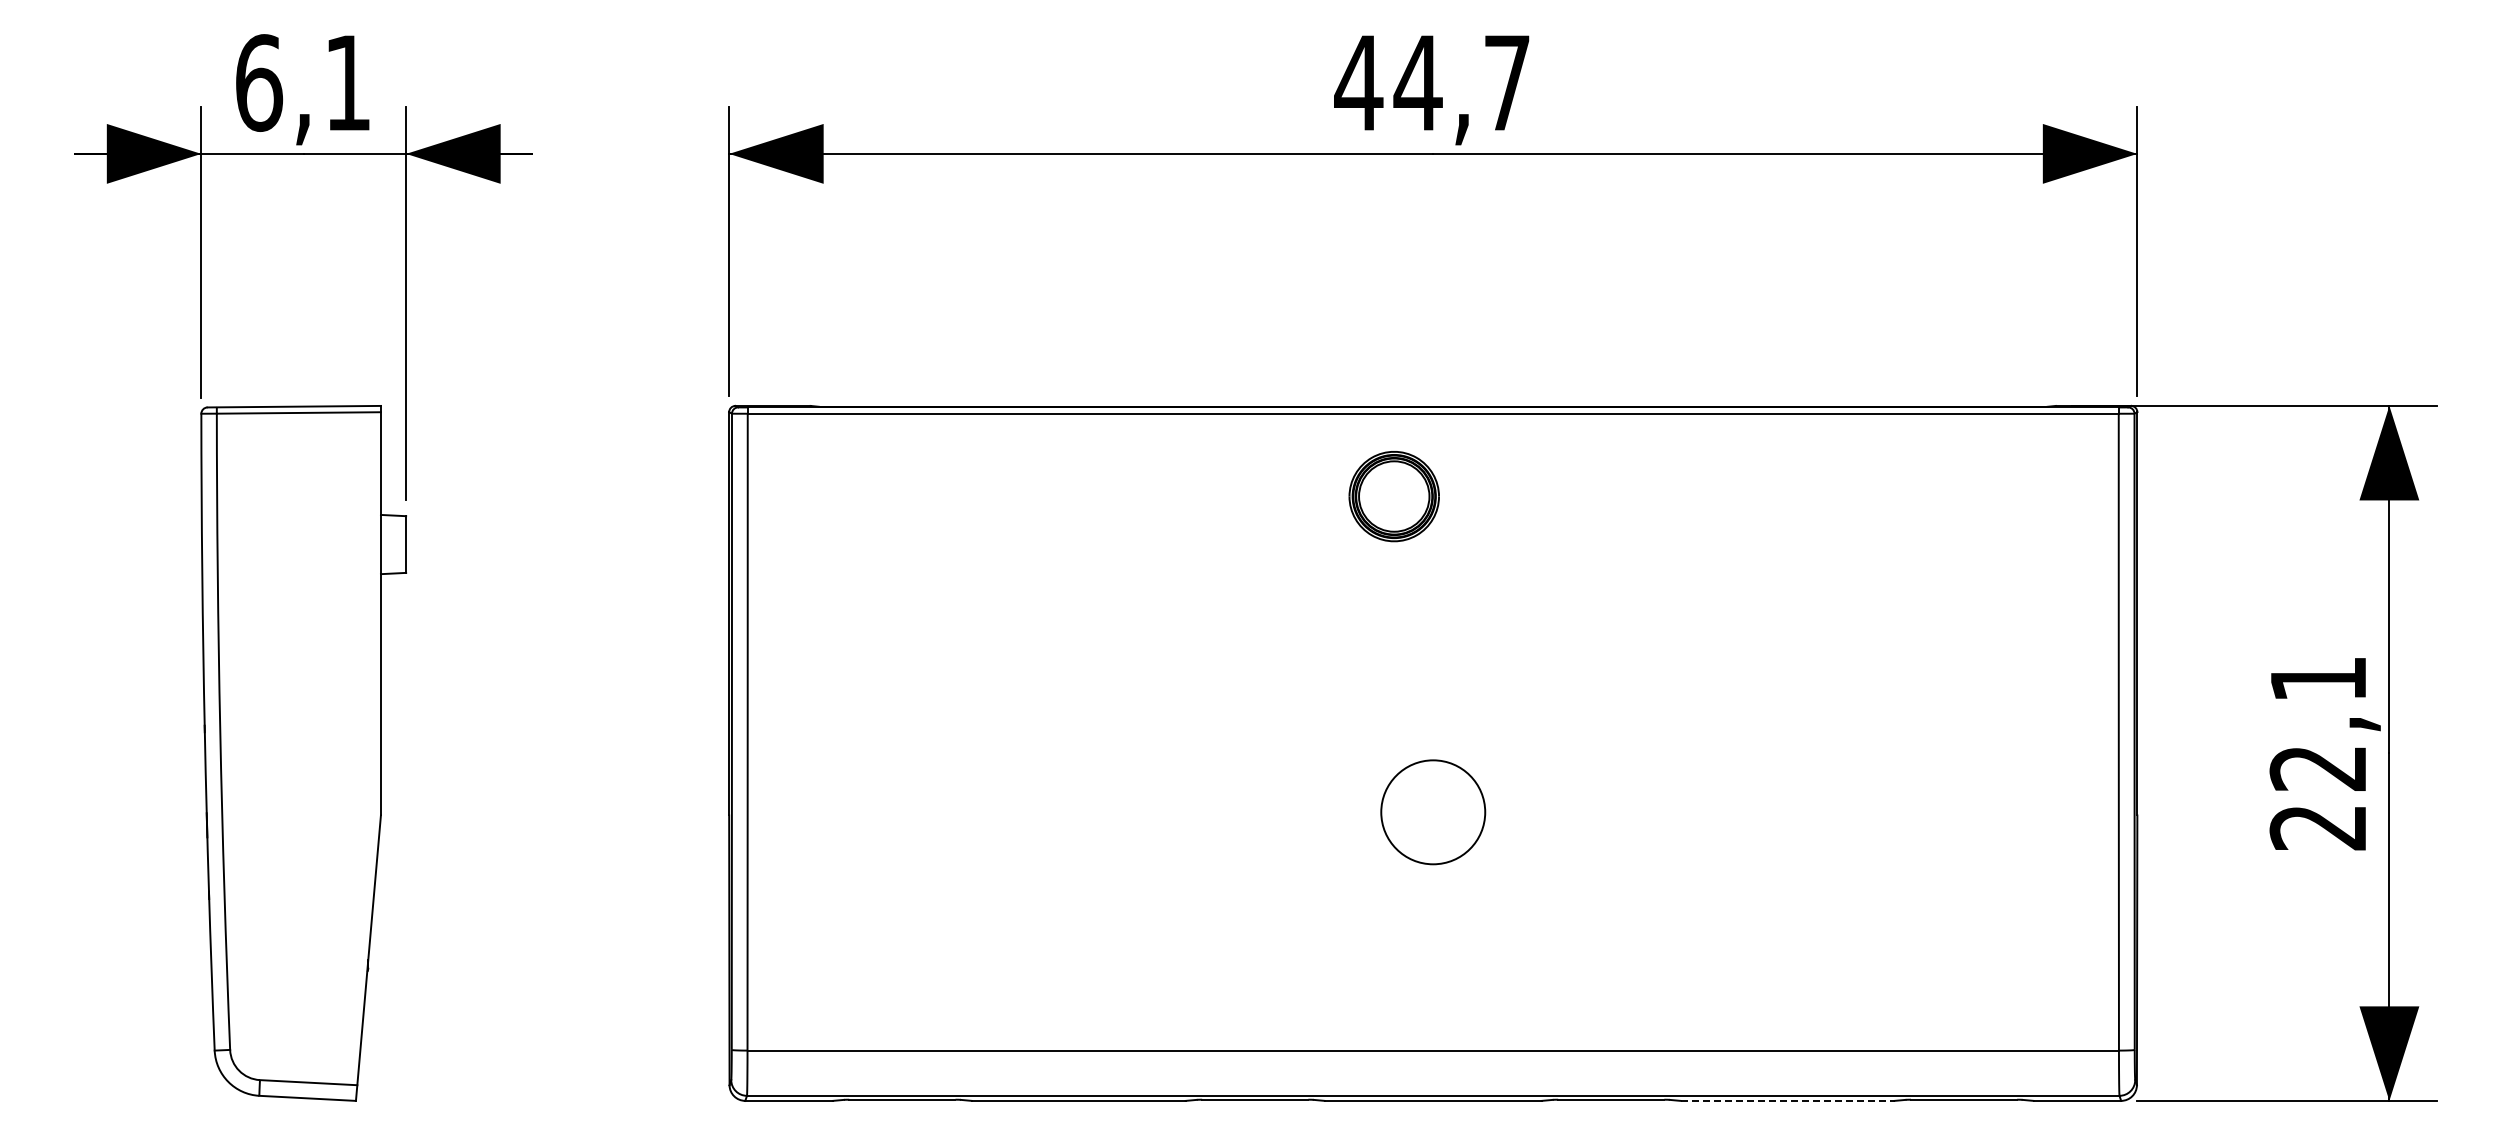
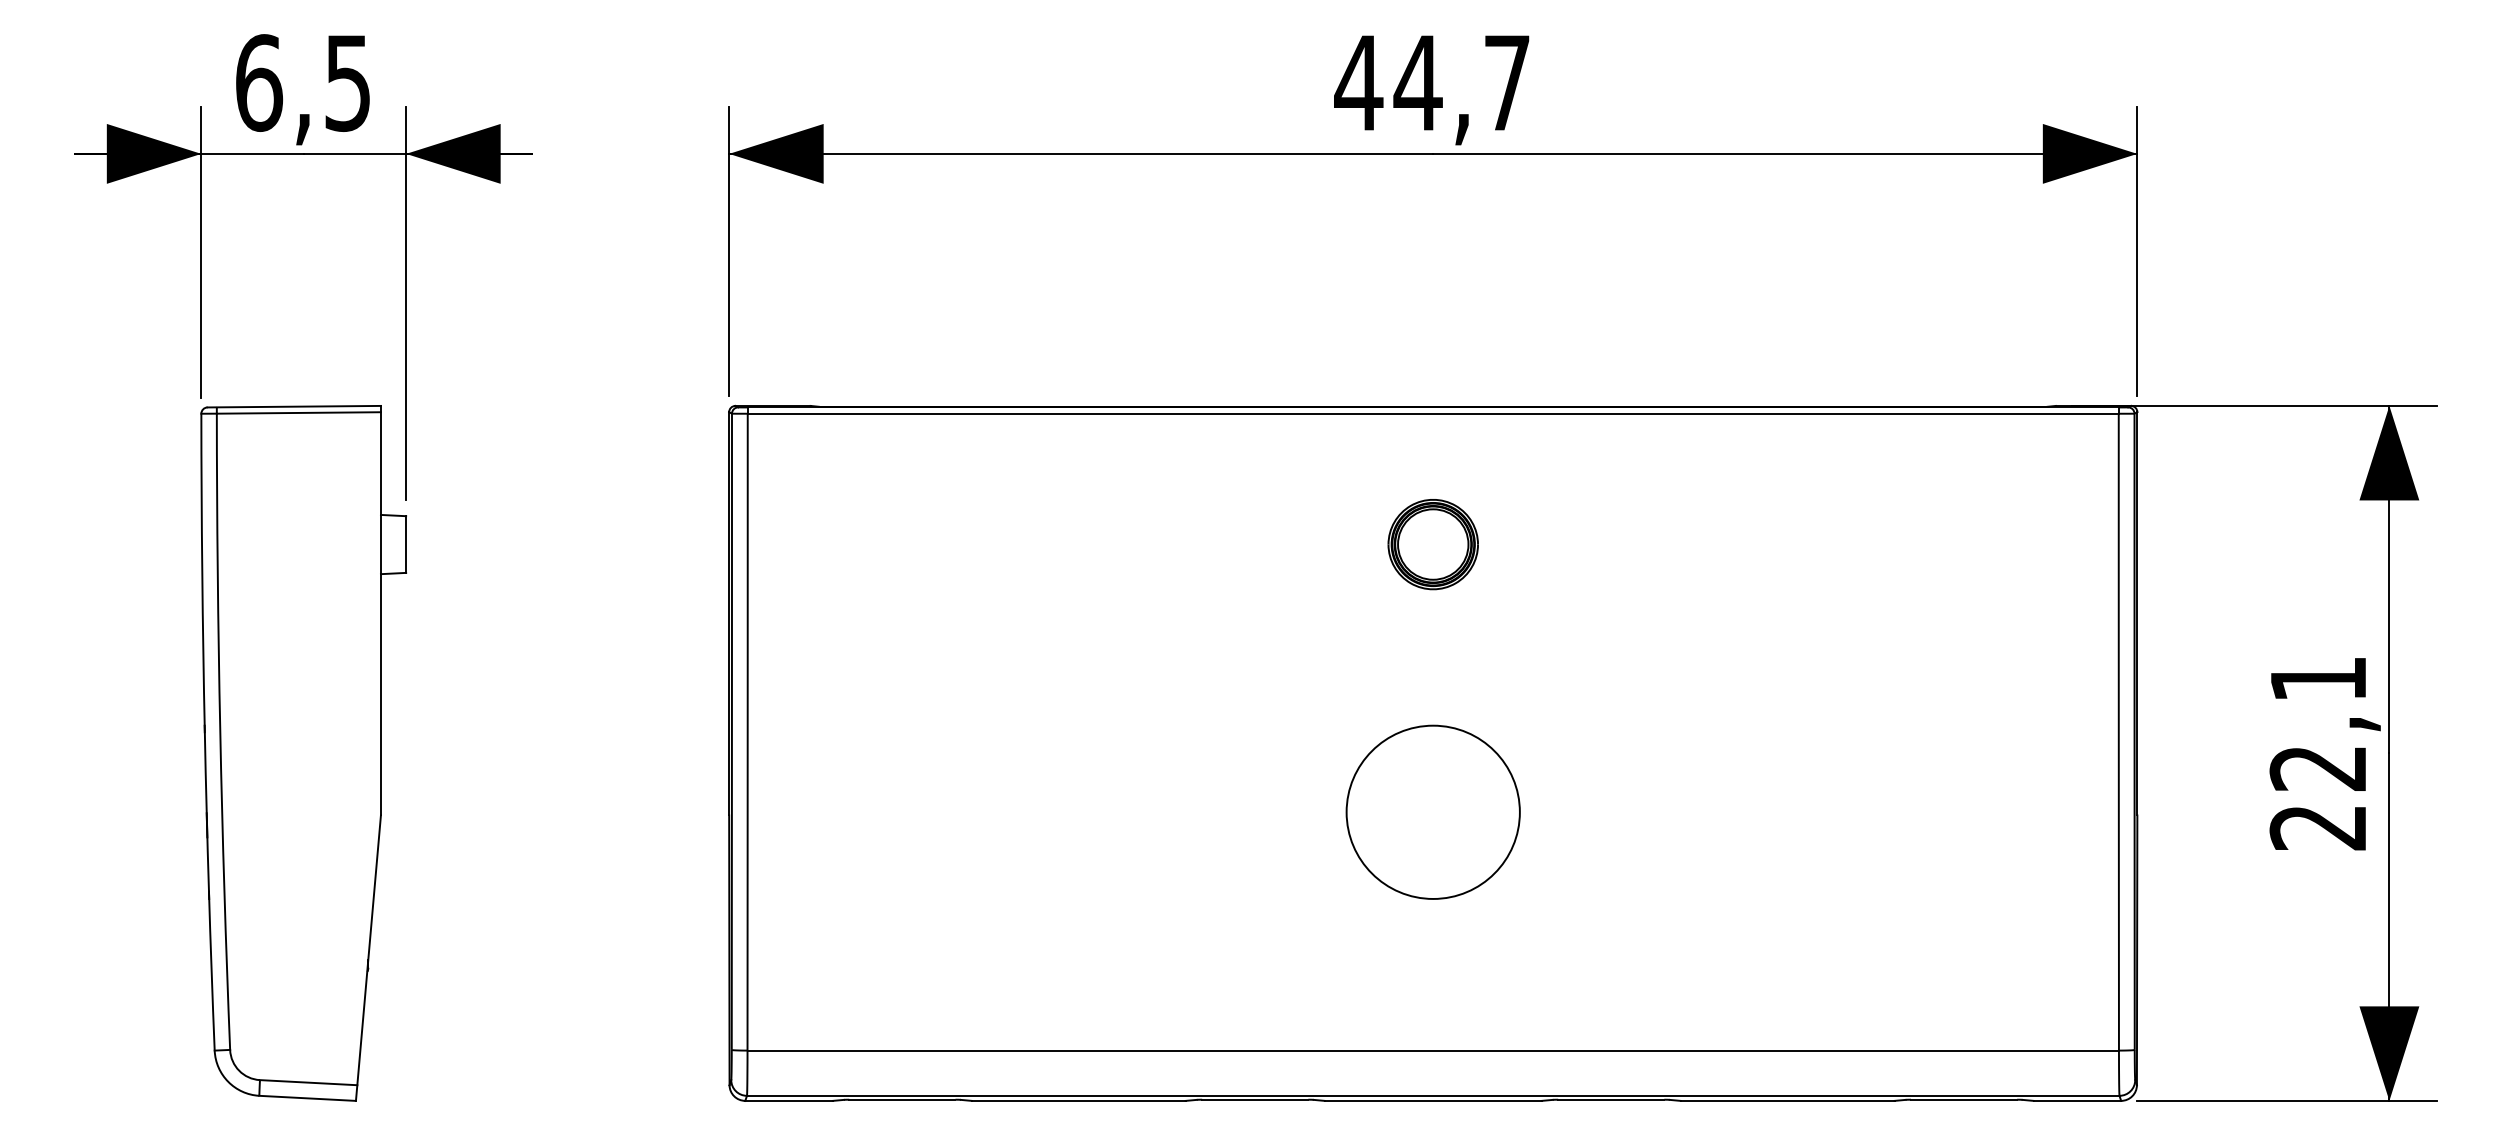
text at (347, 83): 6,1 -> 6,5
part at (1393, 496) position: (1393, 496) -> (1432, 544)
circle at (1433, 812) diameter: 104 px -> 173 px
line at (1787, 1100): dashed -> solid
